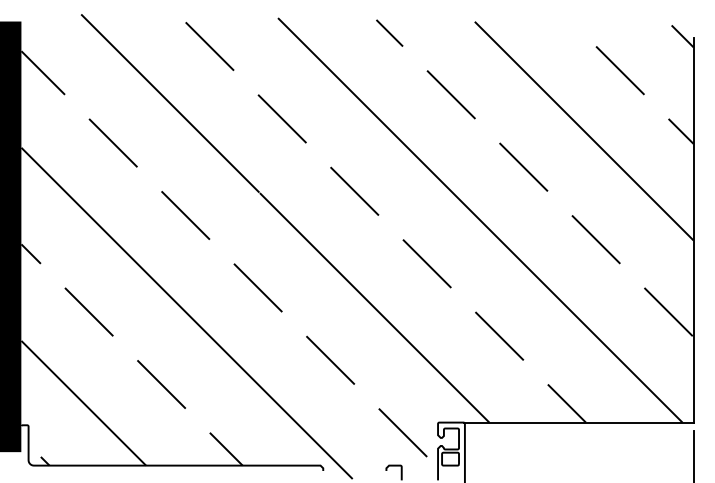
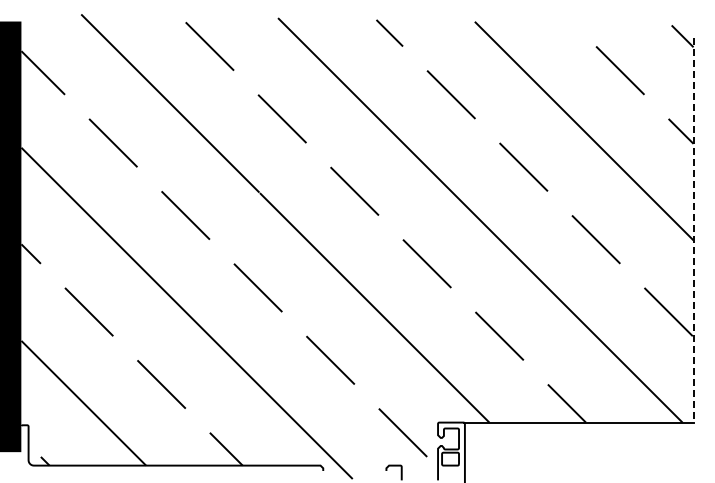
line at (693, 230): solid -> dashed
line at (693, 455): present -> none
